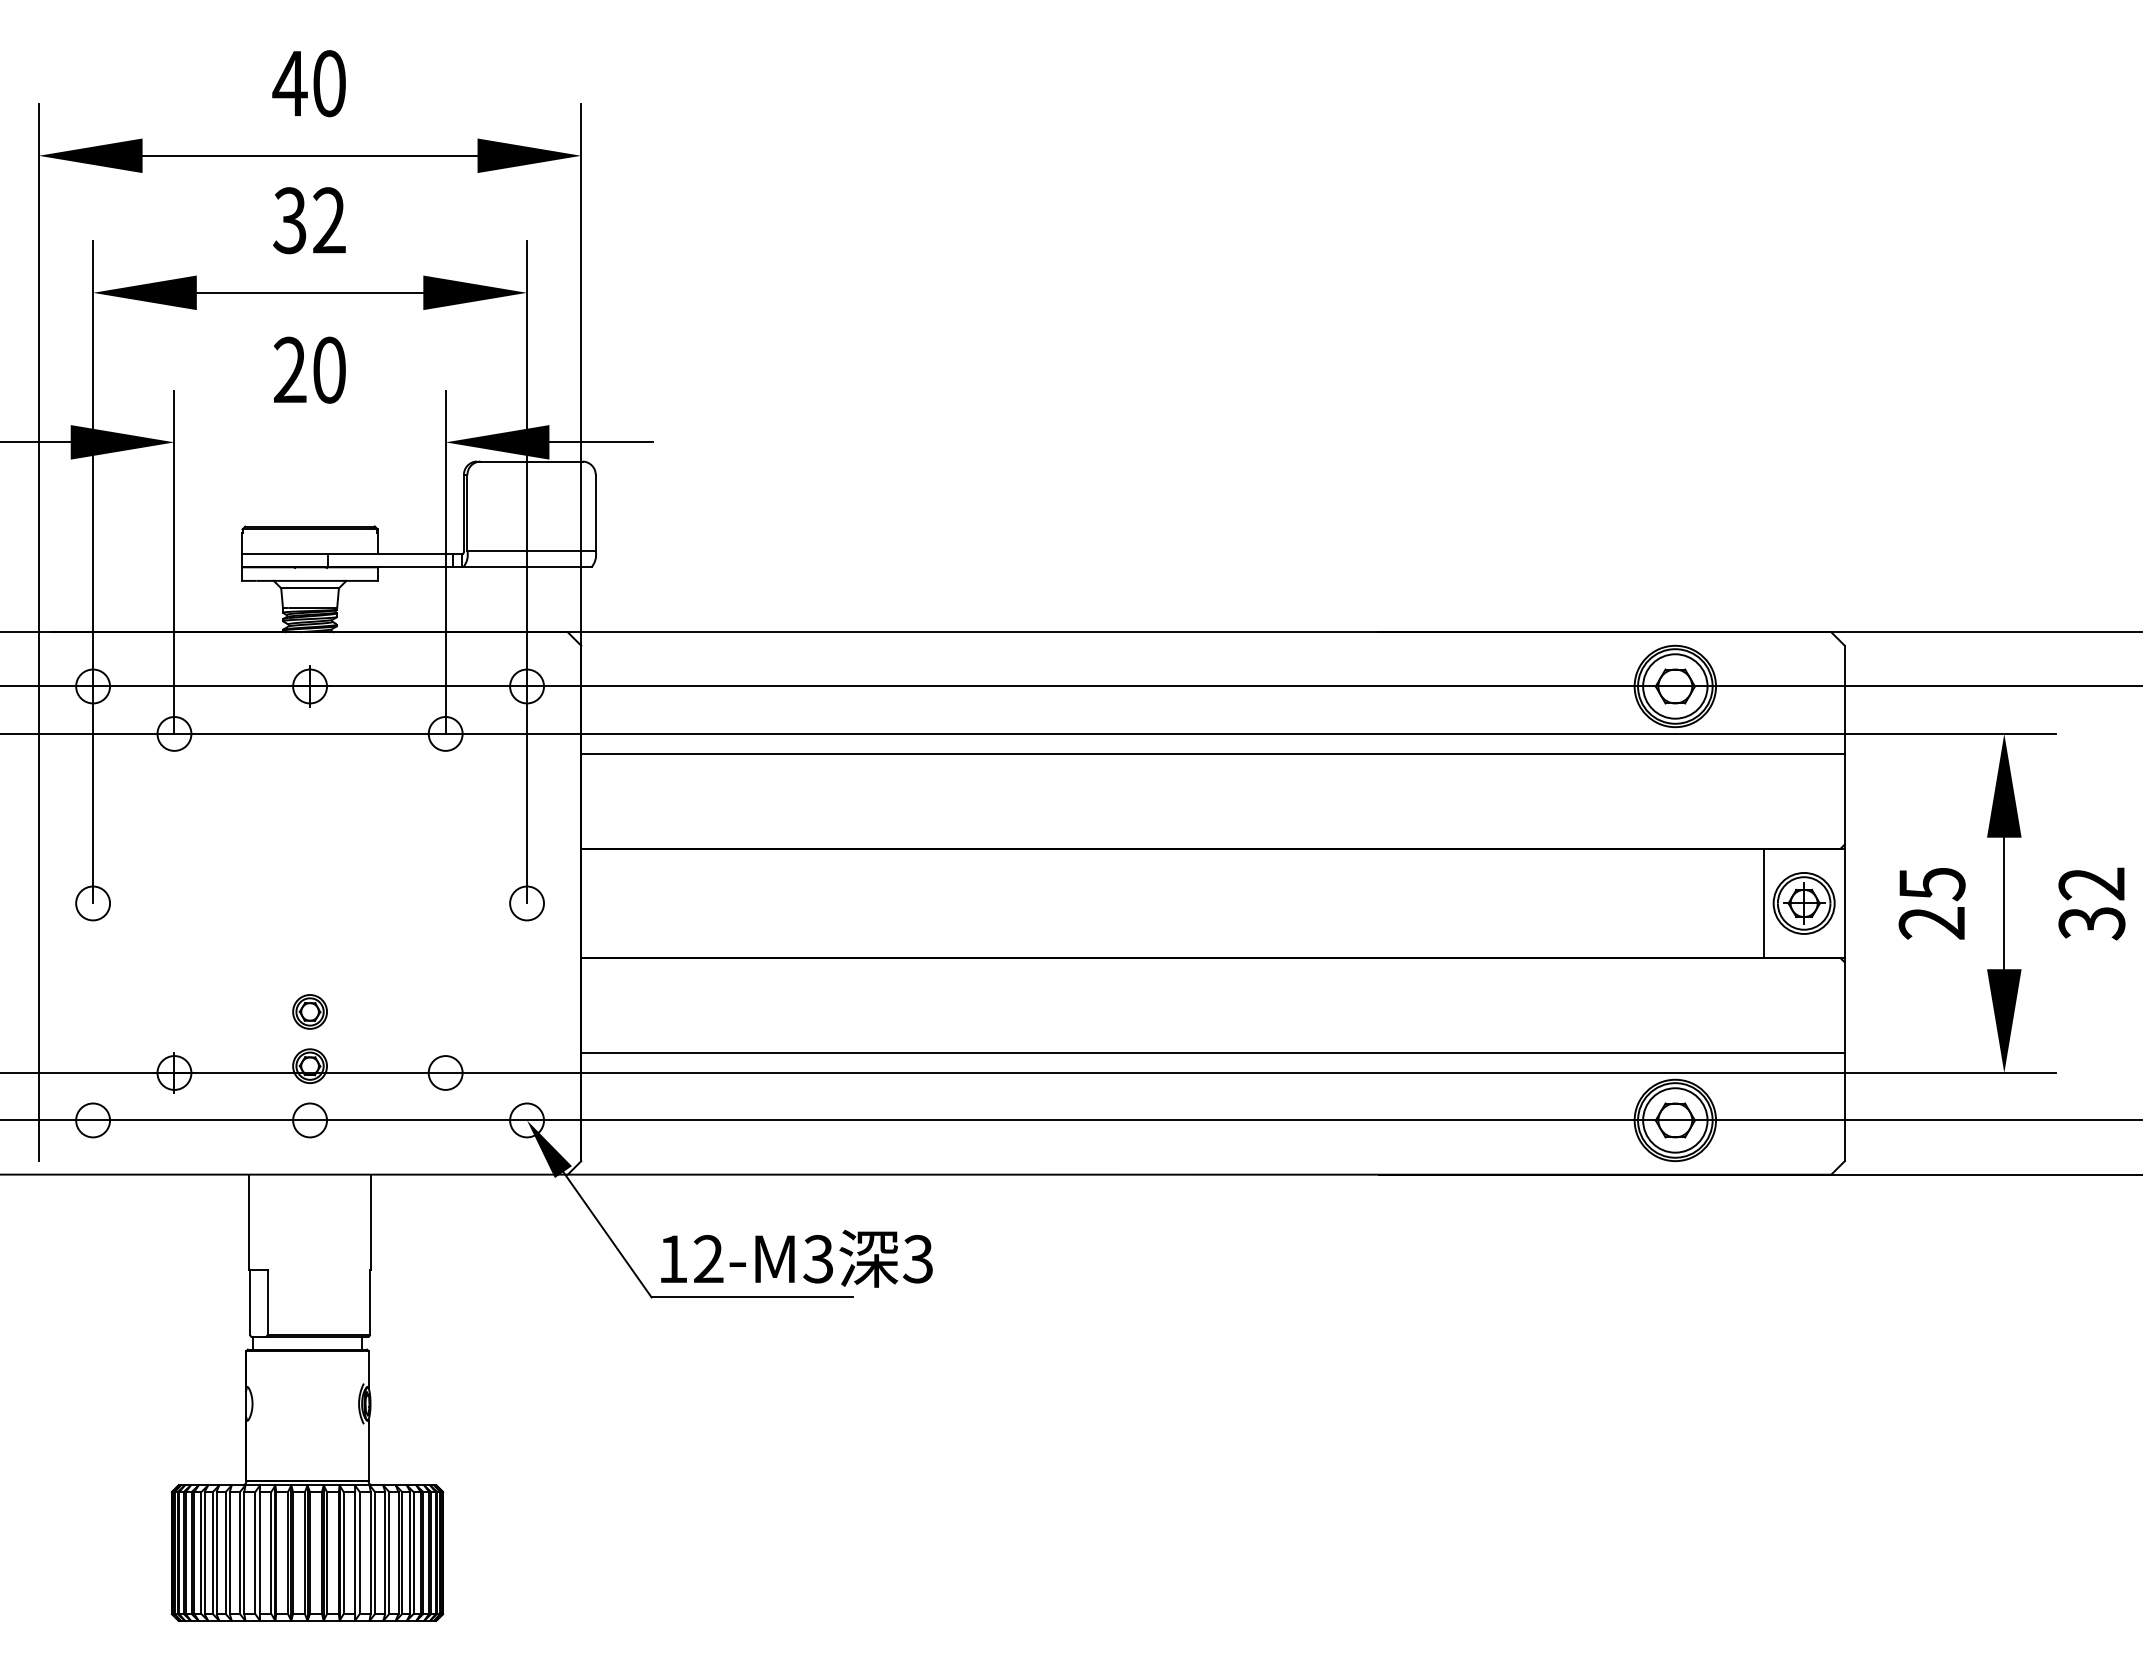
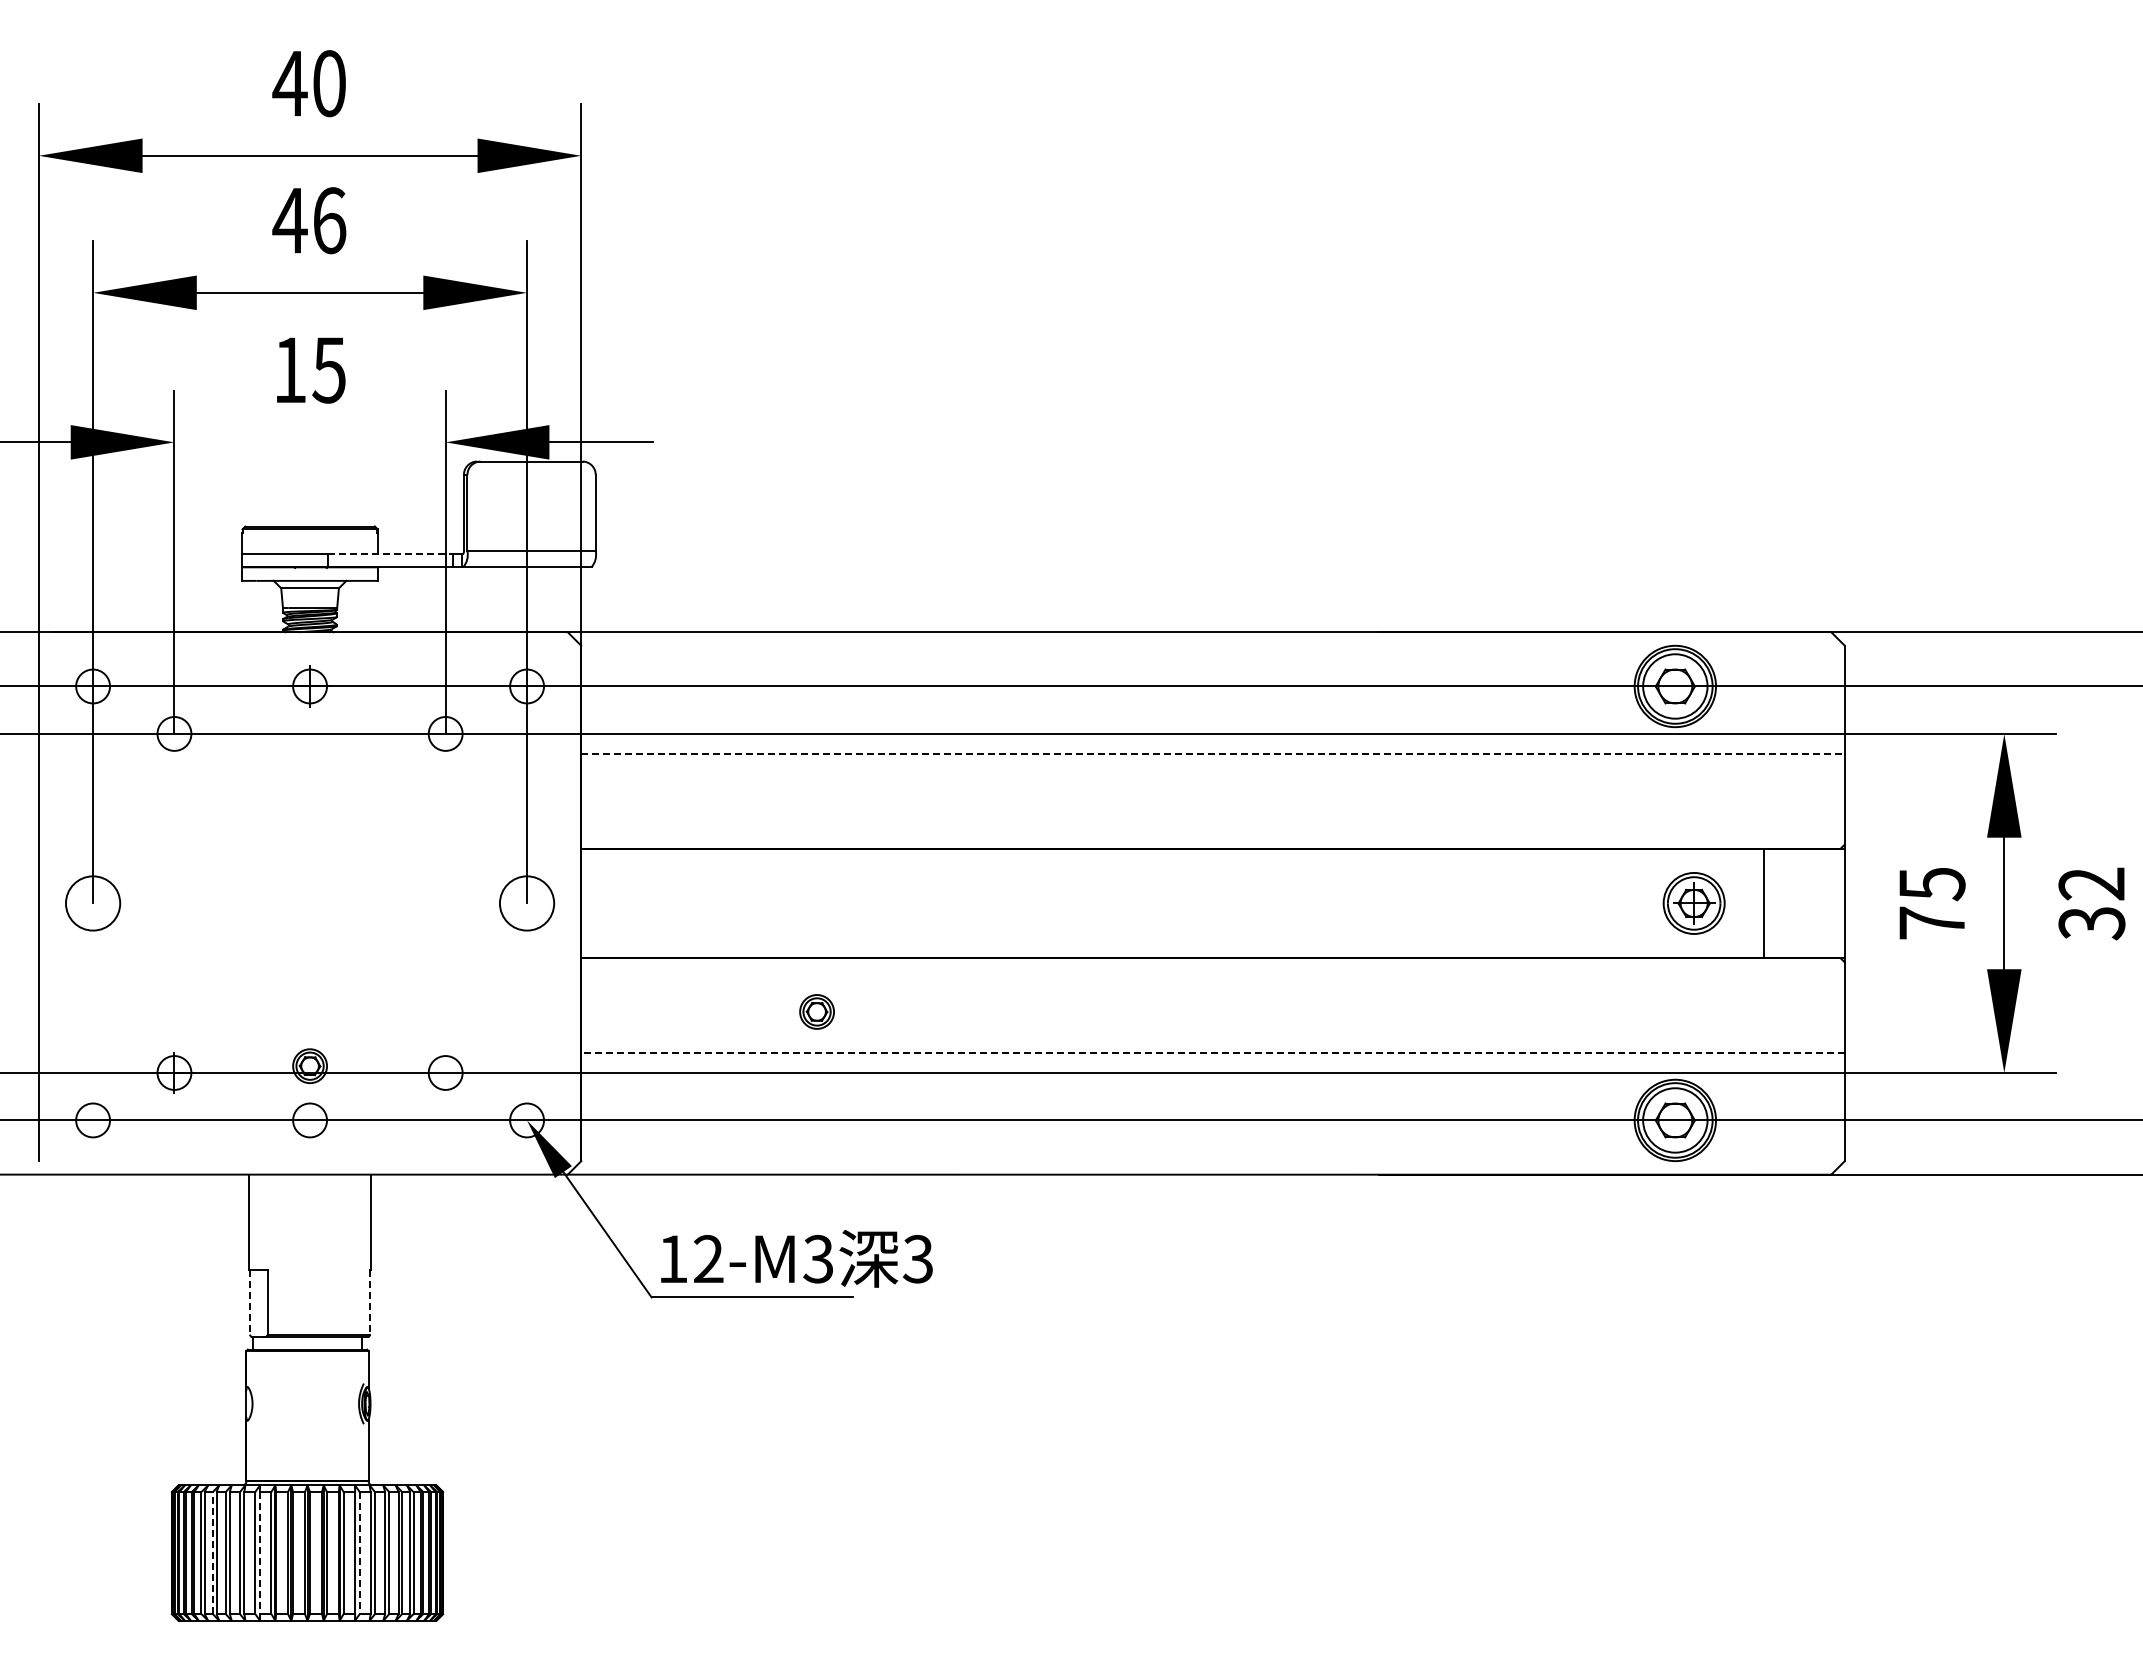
text at (309, 220): 32 -> 46
text at (309, 369): 20 -> 15
line at (390, 553): solid -> dashed
line at (1213, 754): solid -> dashed
circle at (93, 903) diameter: 34 px -> 54 px
circle at (527, 903) diameter: 34 px -> 54 px
part at (1803, 903) position: (1803, 903) -> (1693, 903)
text at (1931, 922): 25 -> 75
part at (309, 1011) position: (309, 1011) -> (816, 1011)
line at (1213, 1052): solid -> dashed
line at (249, 1302): solid -> dashed
line at (370, 1302): solid -> dashed
line at (212, 1552): solid -> dashed
line at (259, 1553): solid -> dashed
line at (359, 1553): solid -> dashed
